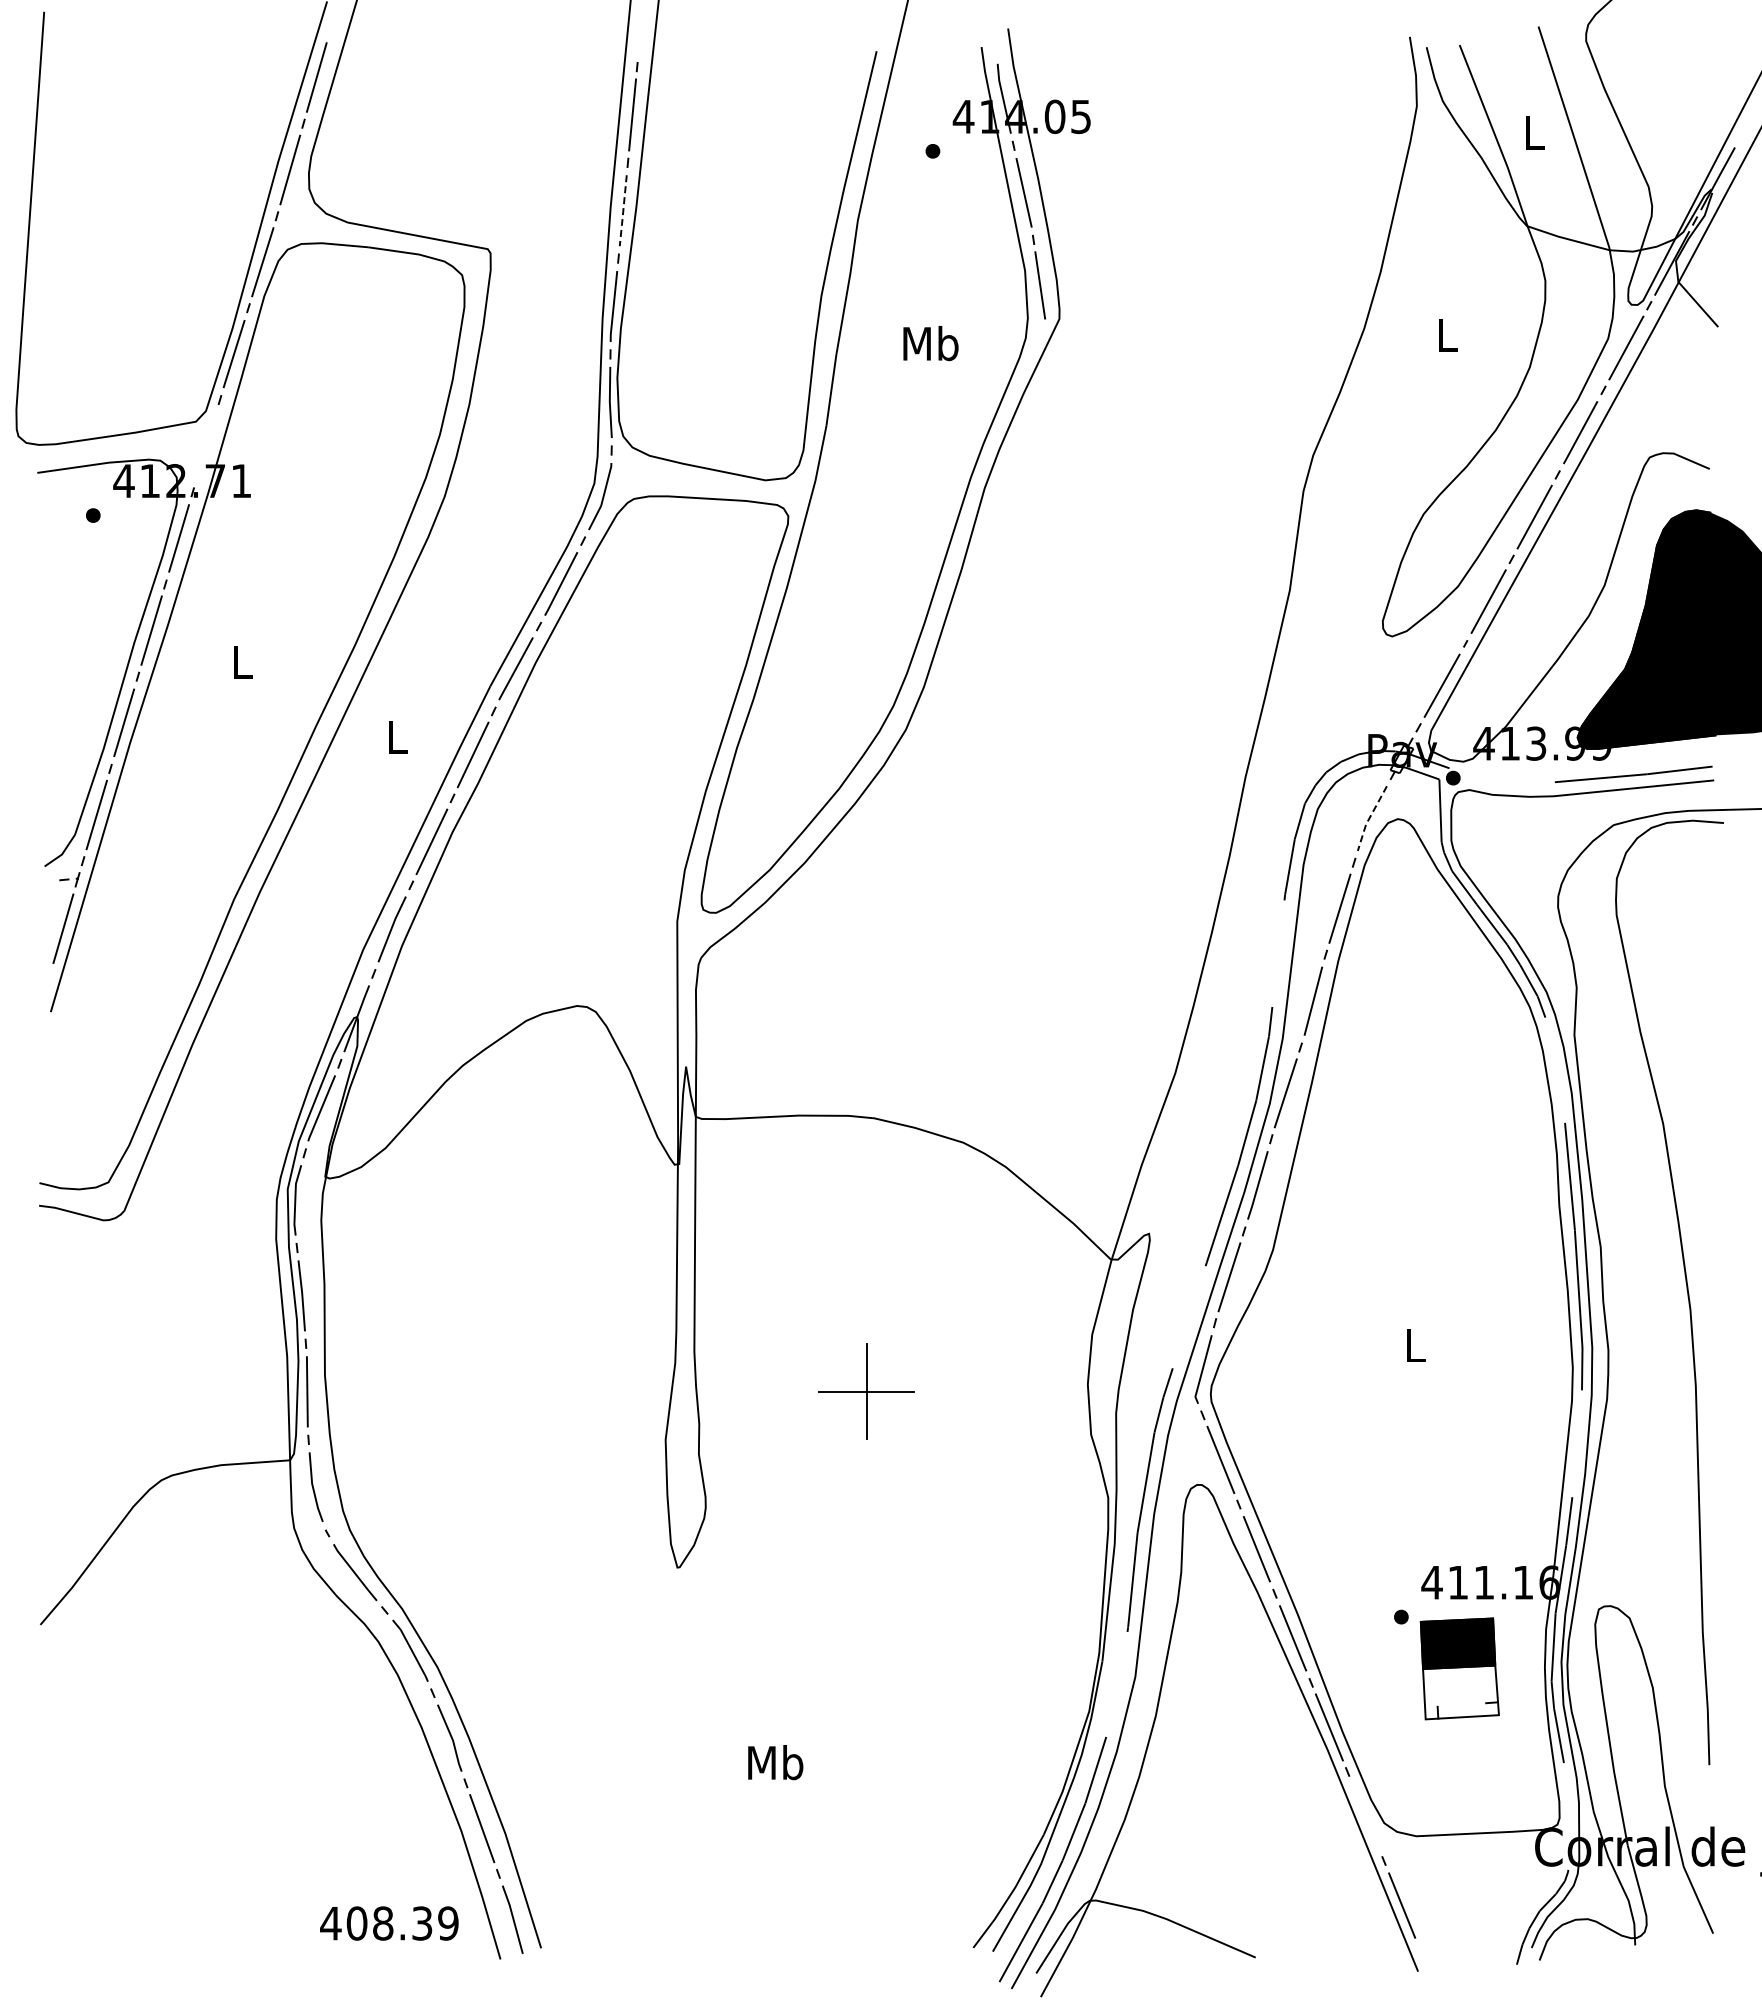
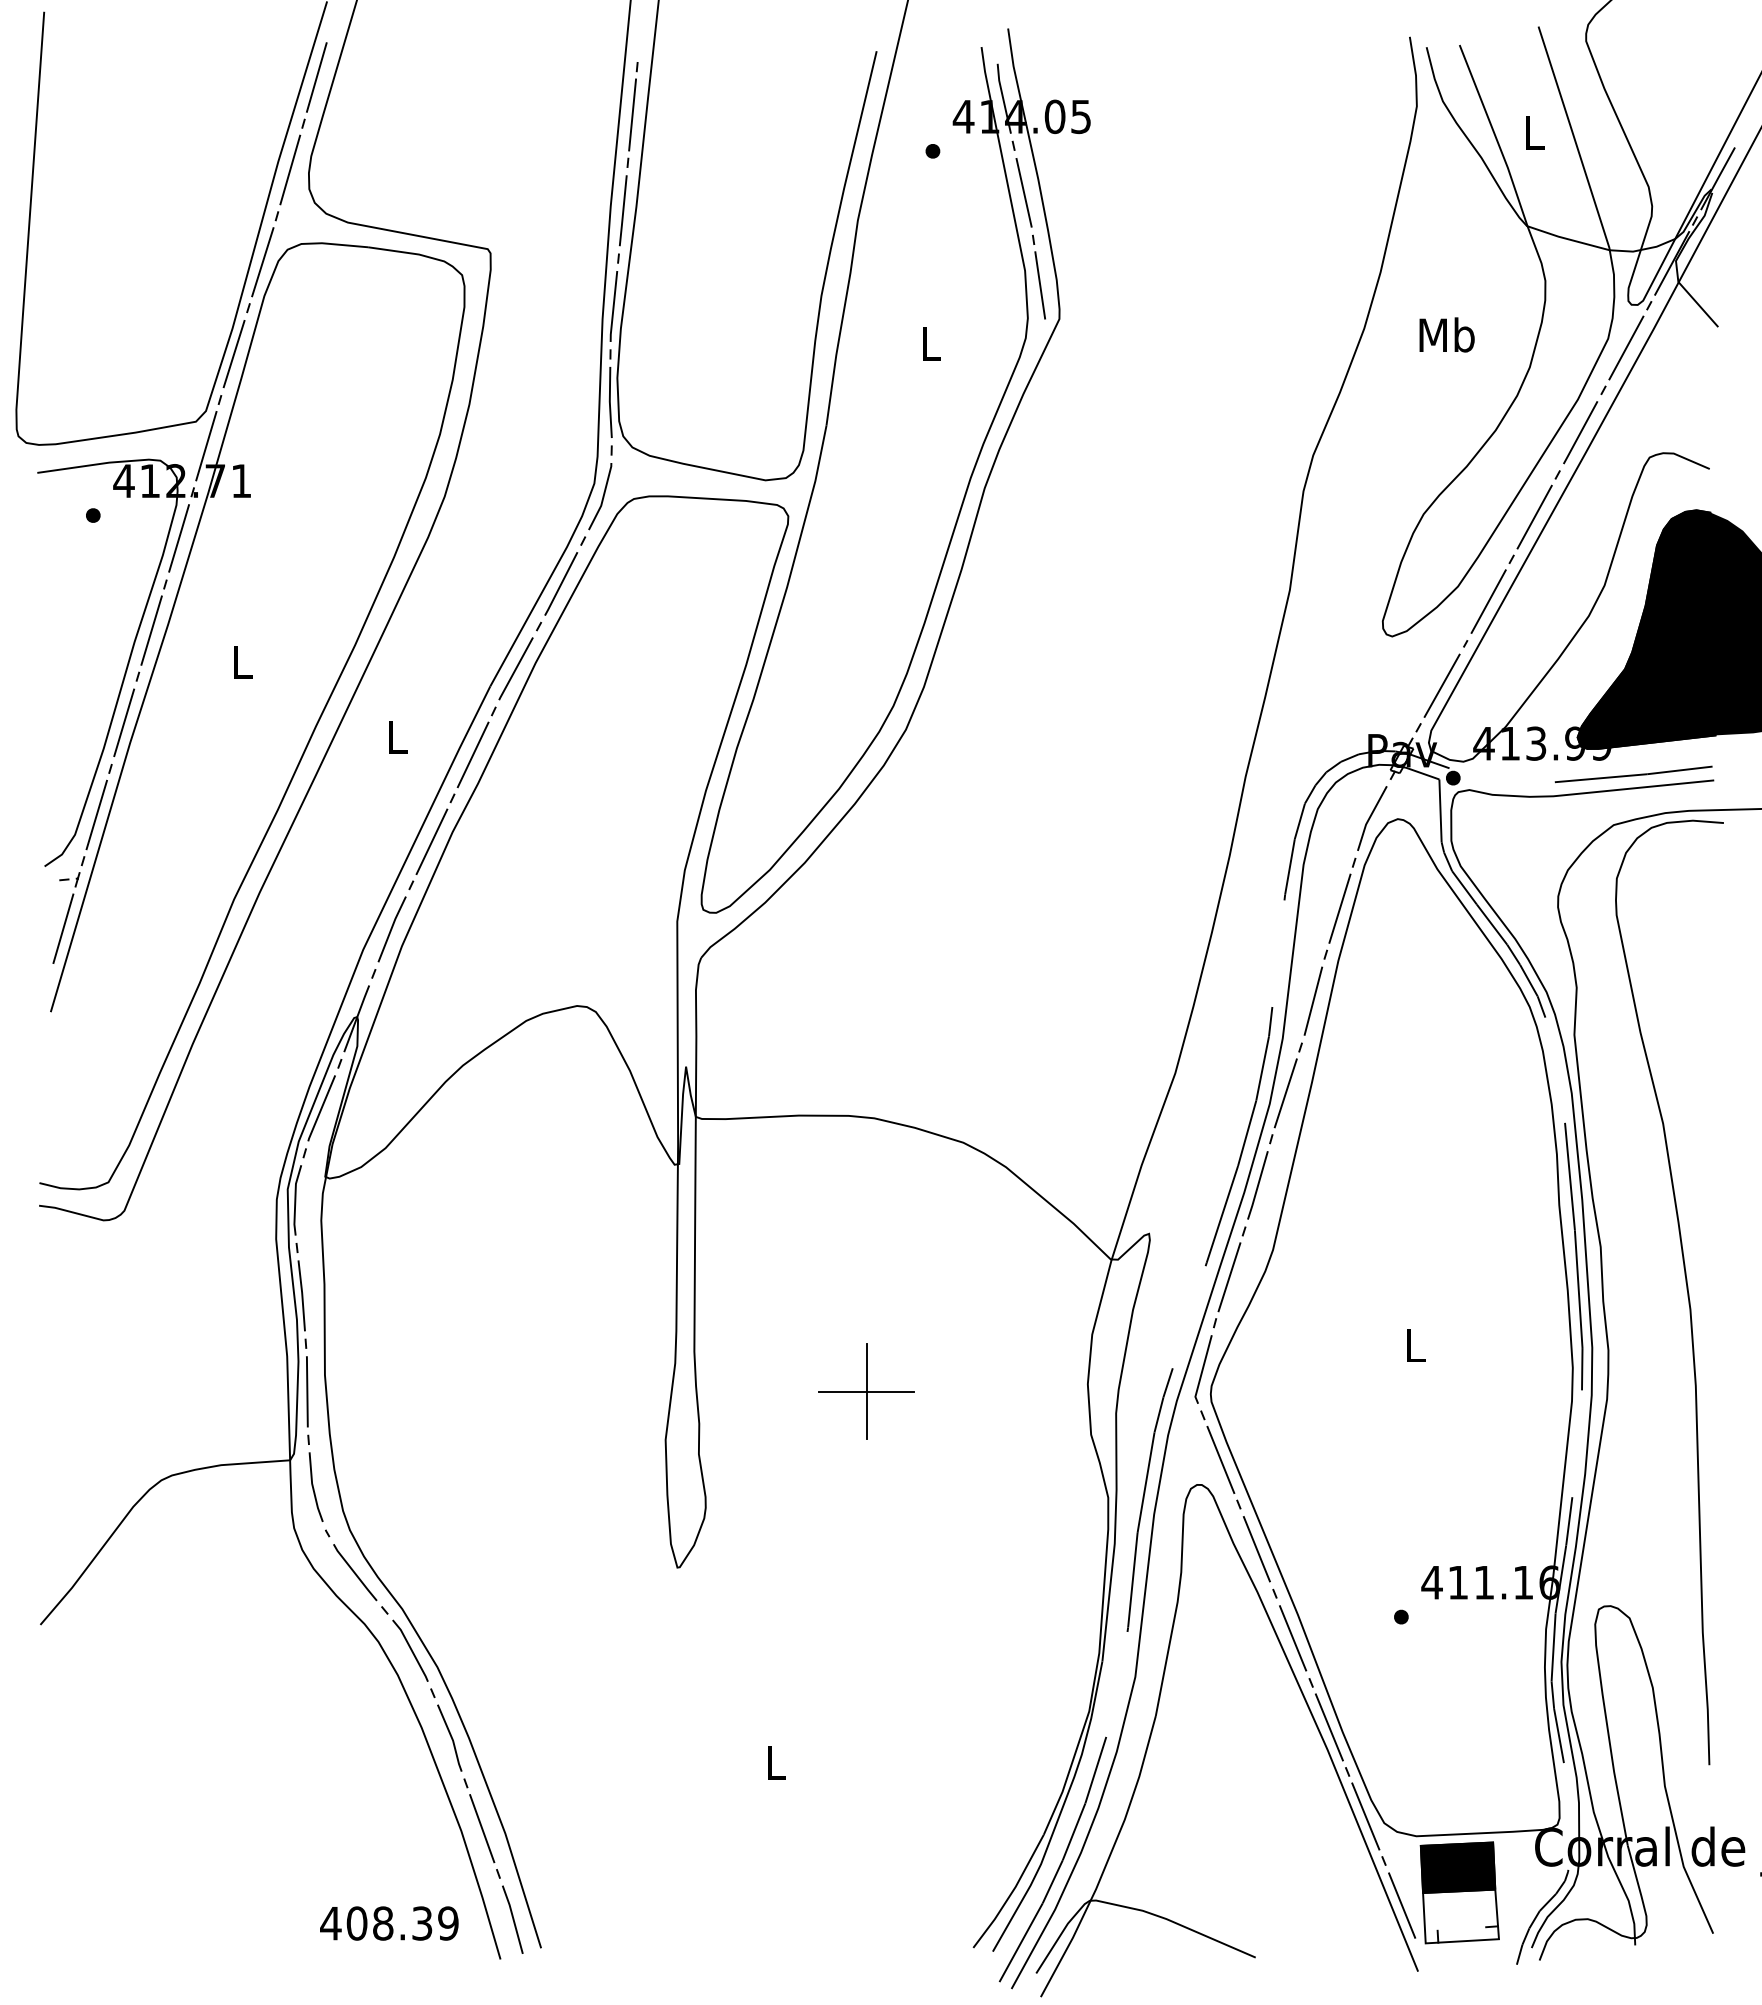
line at (623, 211): dashed -> solid
text at (1446, 334): L -> Mb
text at (930, 343): Mb -> L
line at (206, 445): none -> present
line at (1369, 818): dashed -> solid
part at (1459, 1668) position: (1459, 1668) -> (1459, 1892)
text at (775, 1762): Mb -> L
line at (1365, 1816): none -> present
